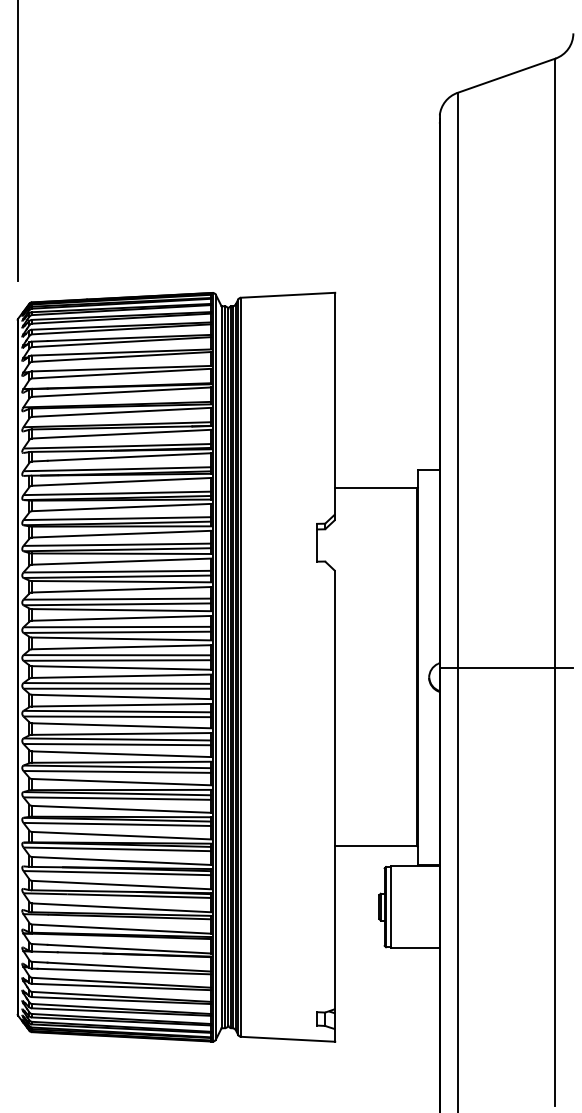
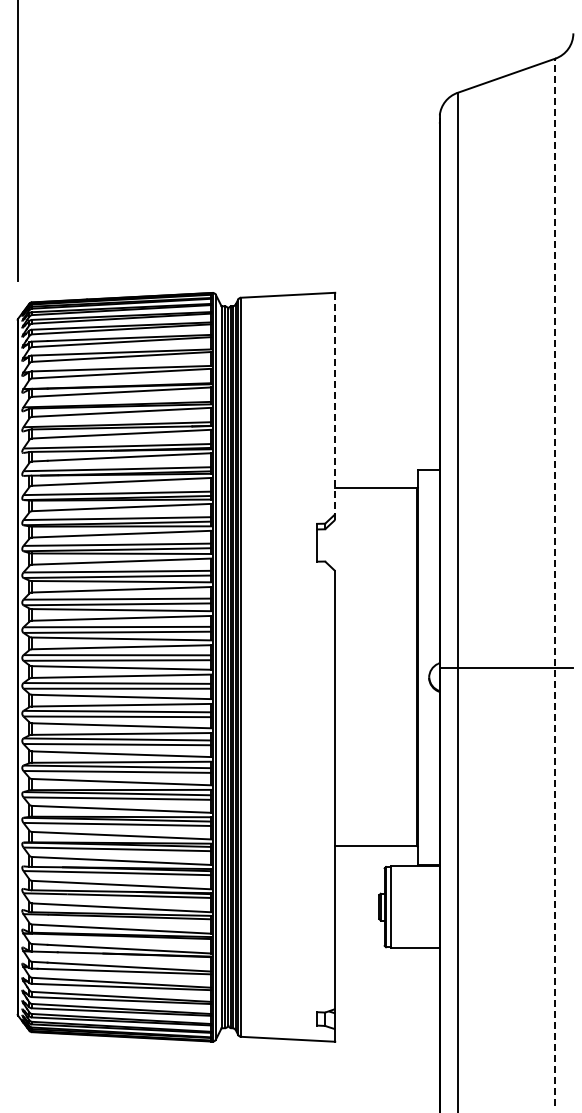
line at (335, 406): solid -> dashed
line at (555, 581): solid -> dashed
